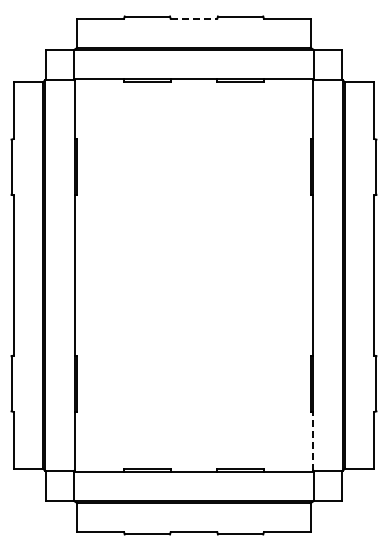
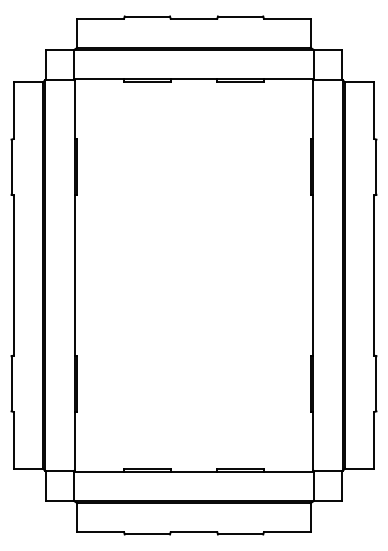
line at (194, 18): dashed -> solid
line at (313, 440): dashed -> solid
